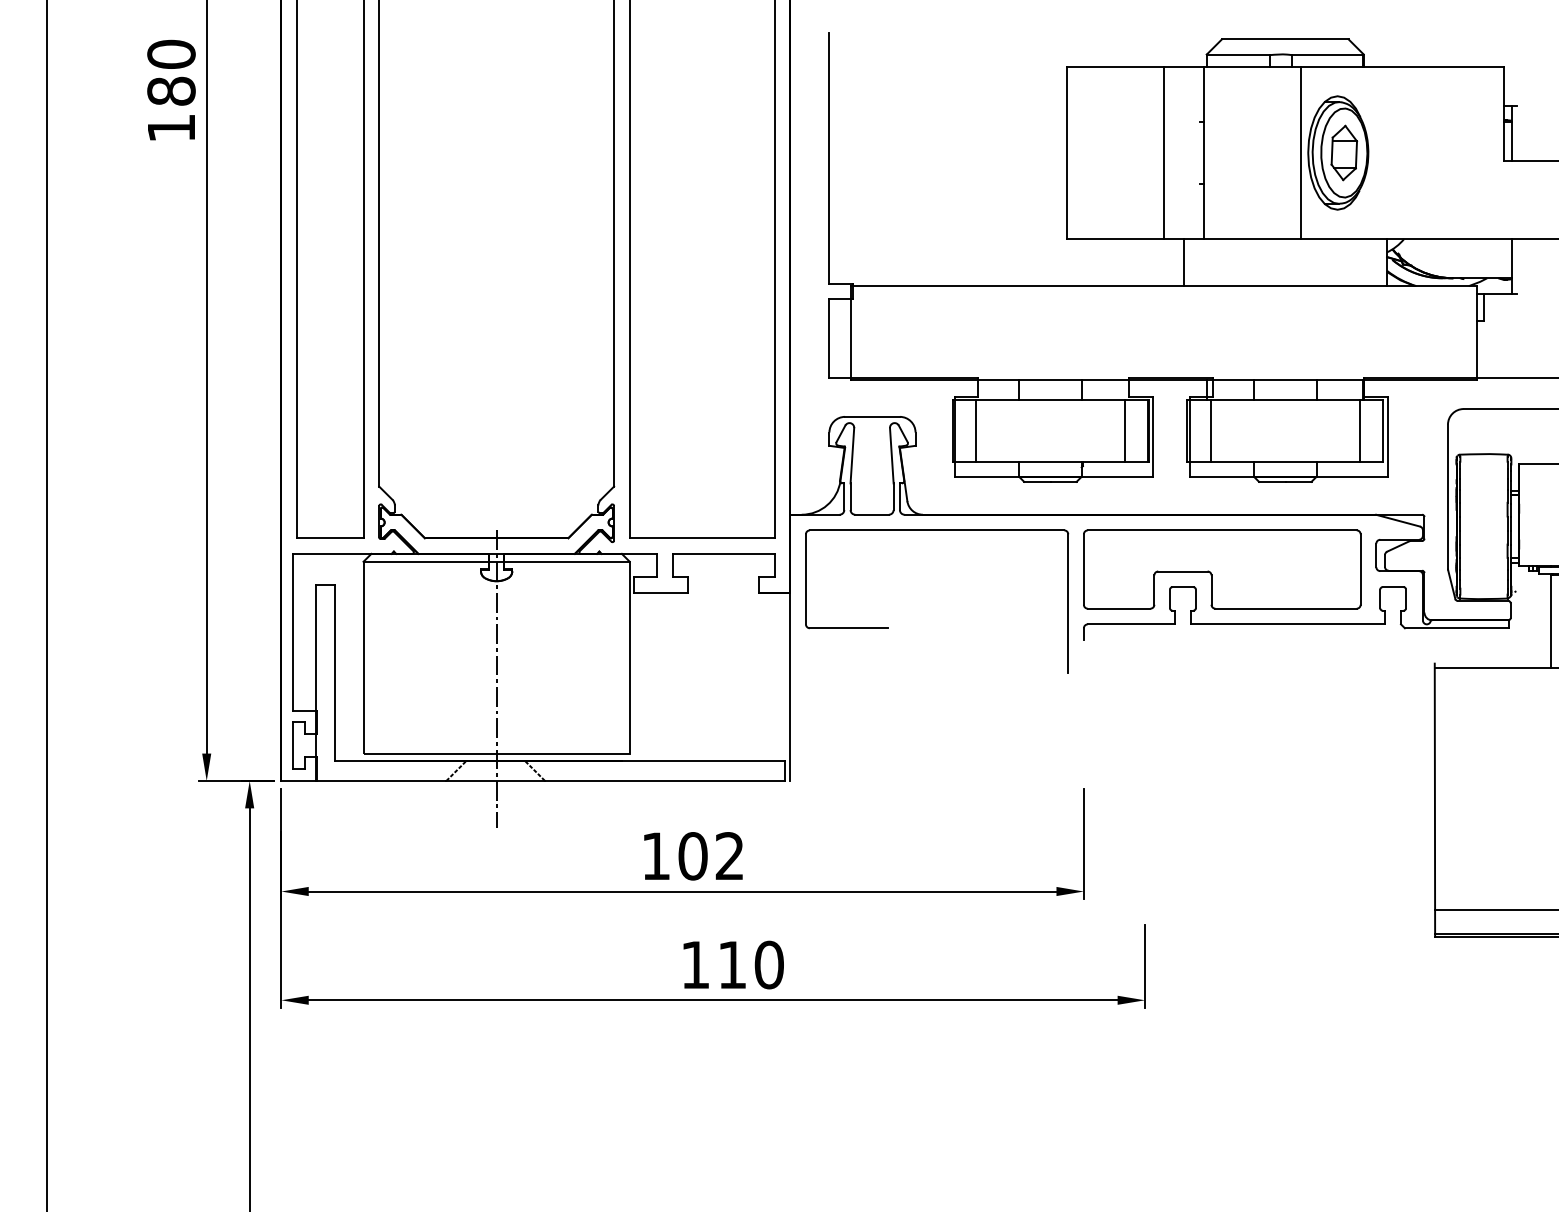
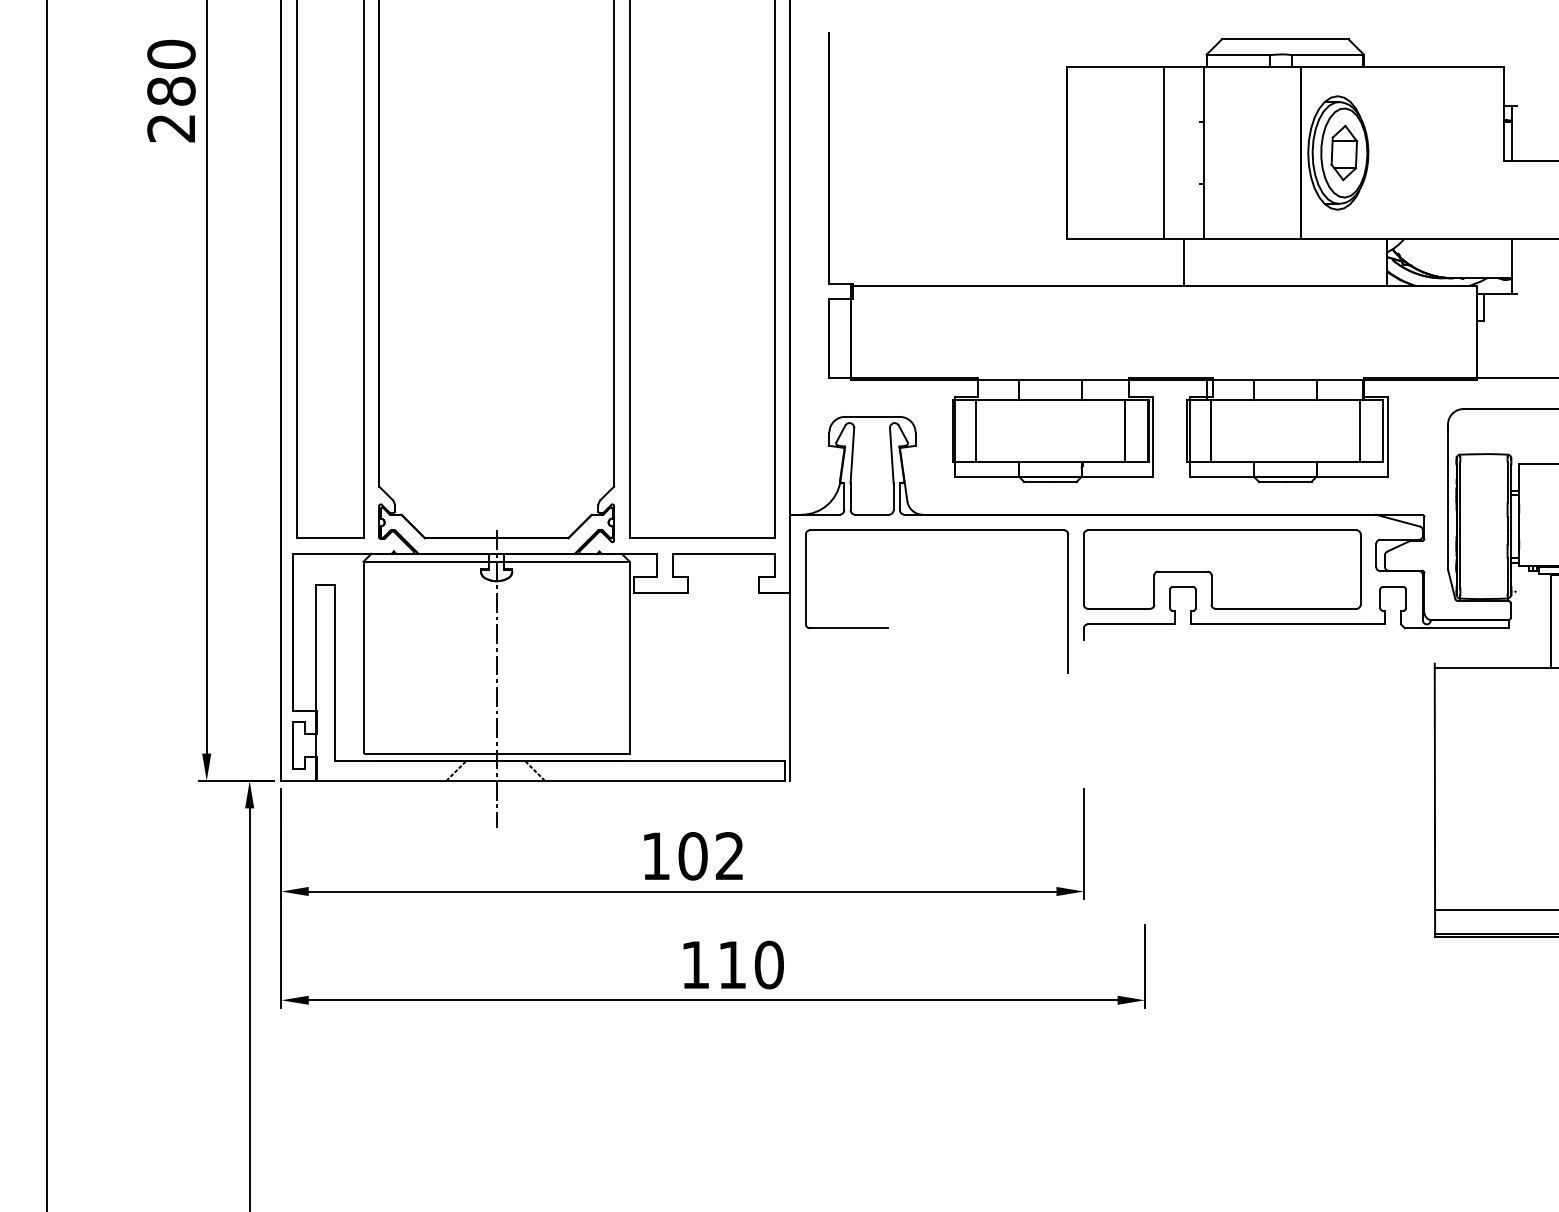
text at (170, 128): 180 -> 280
